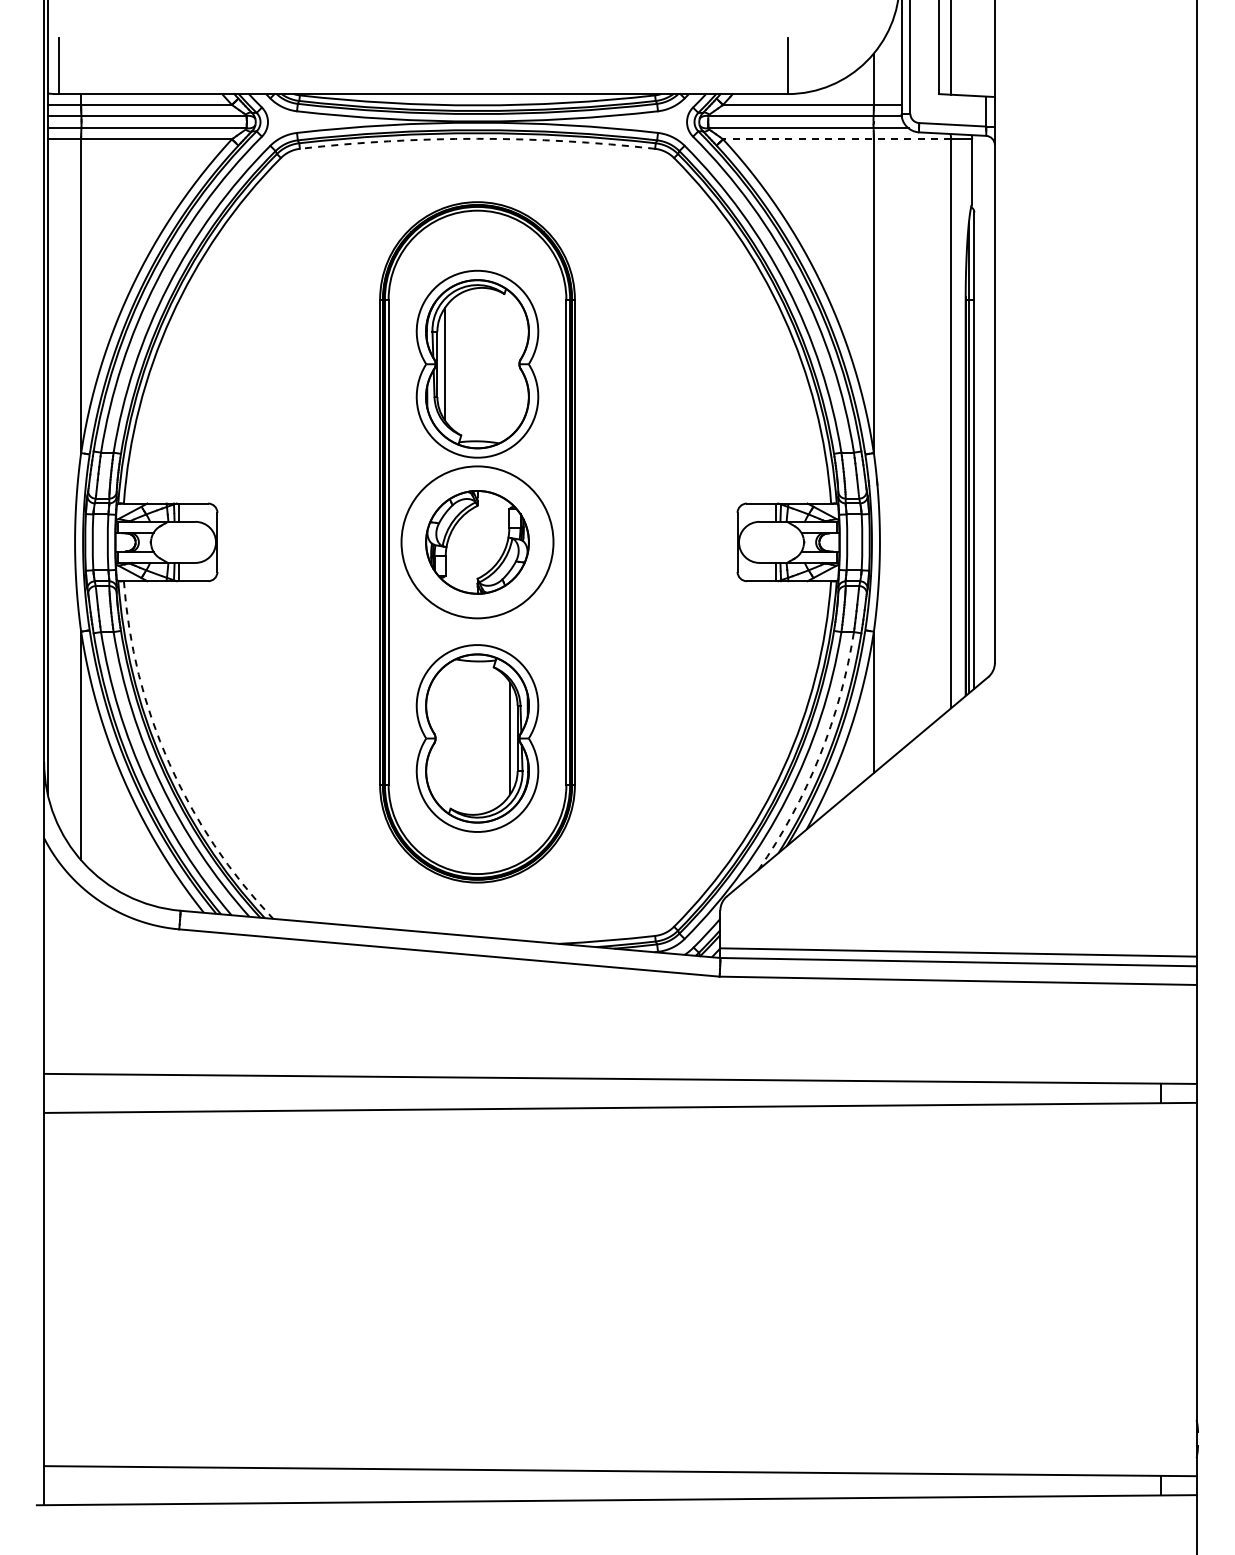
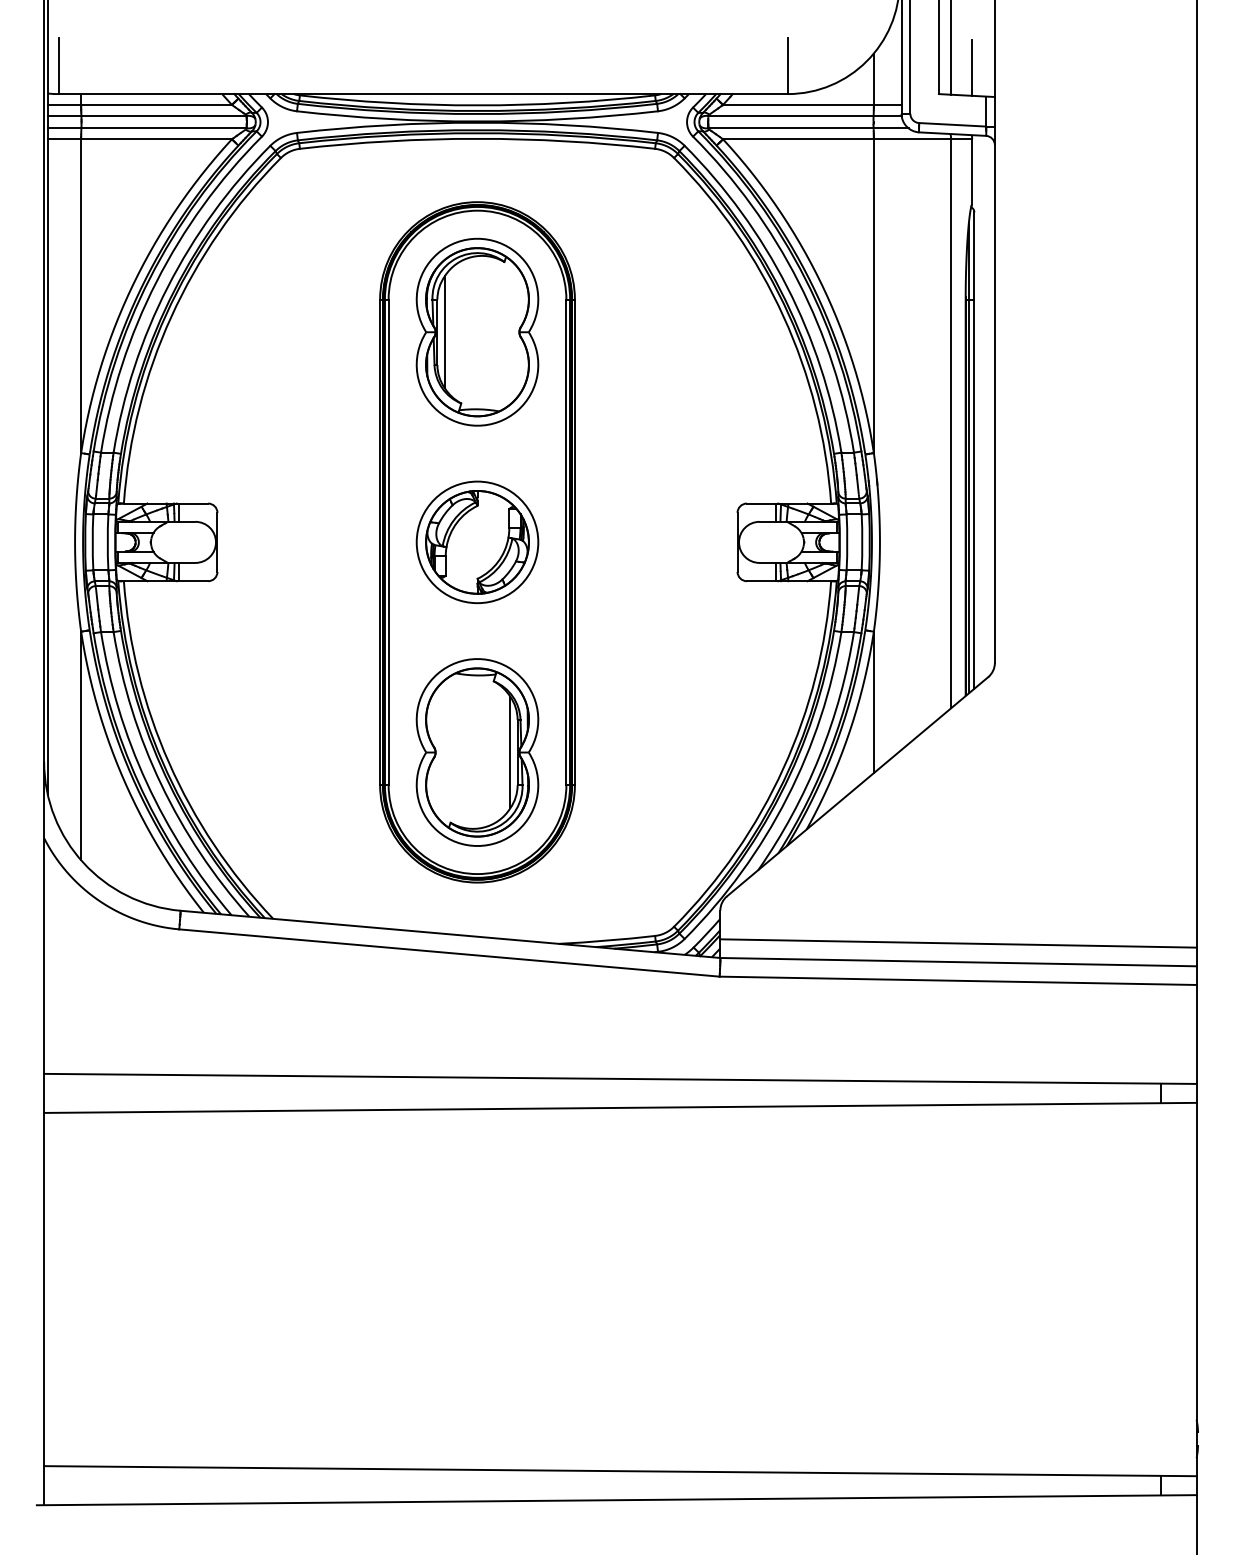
line at (972, 67): none -> present
arc at (477, 138): dashed -> solid
line at (836, 139): dashed -> solid
part at (477, 363) position: (477, 363) -> (477, 331)
circle at (477, 542) diameter: 152 px -> 122 px
part at (477, 738) position: (477, 738) -> (477, 752)
arc at (819, 756): dashed -> solid
arc at (169, 763): dashed -> solid
line at (958, 952) position: (958, 952) -> (958, 943)
